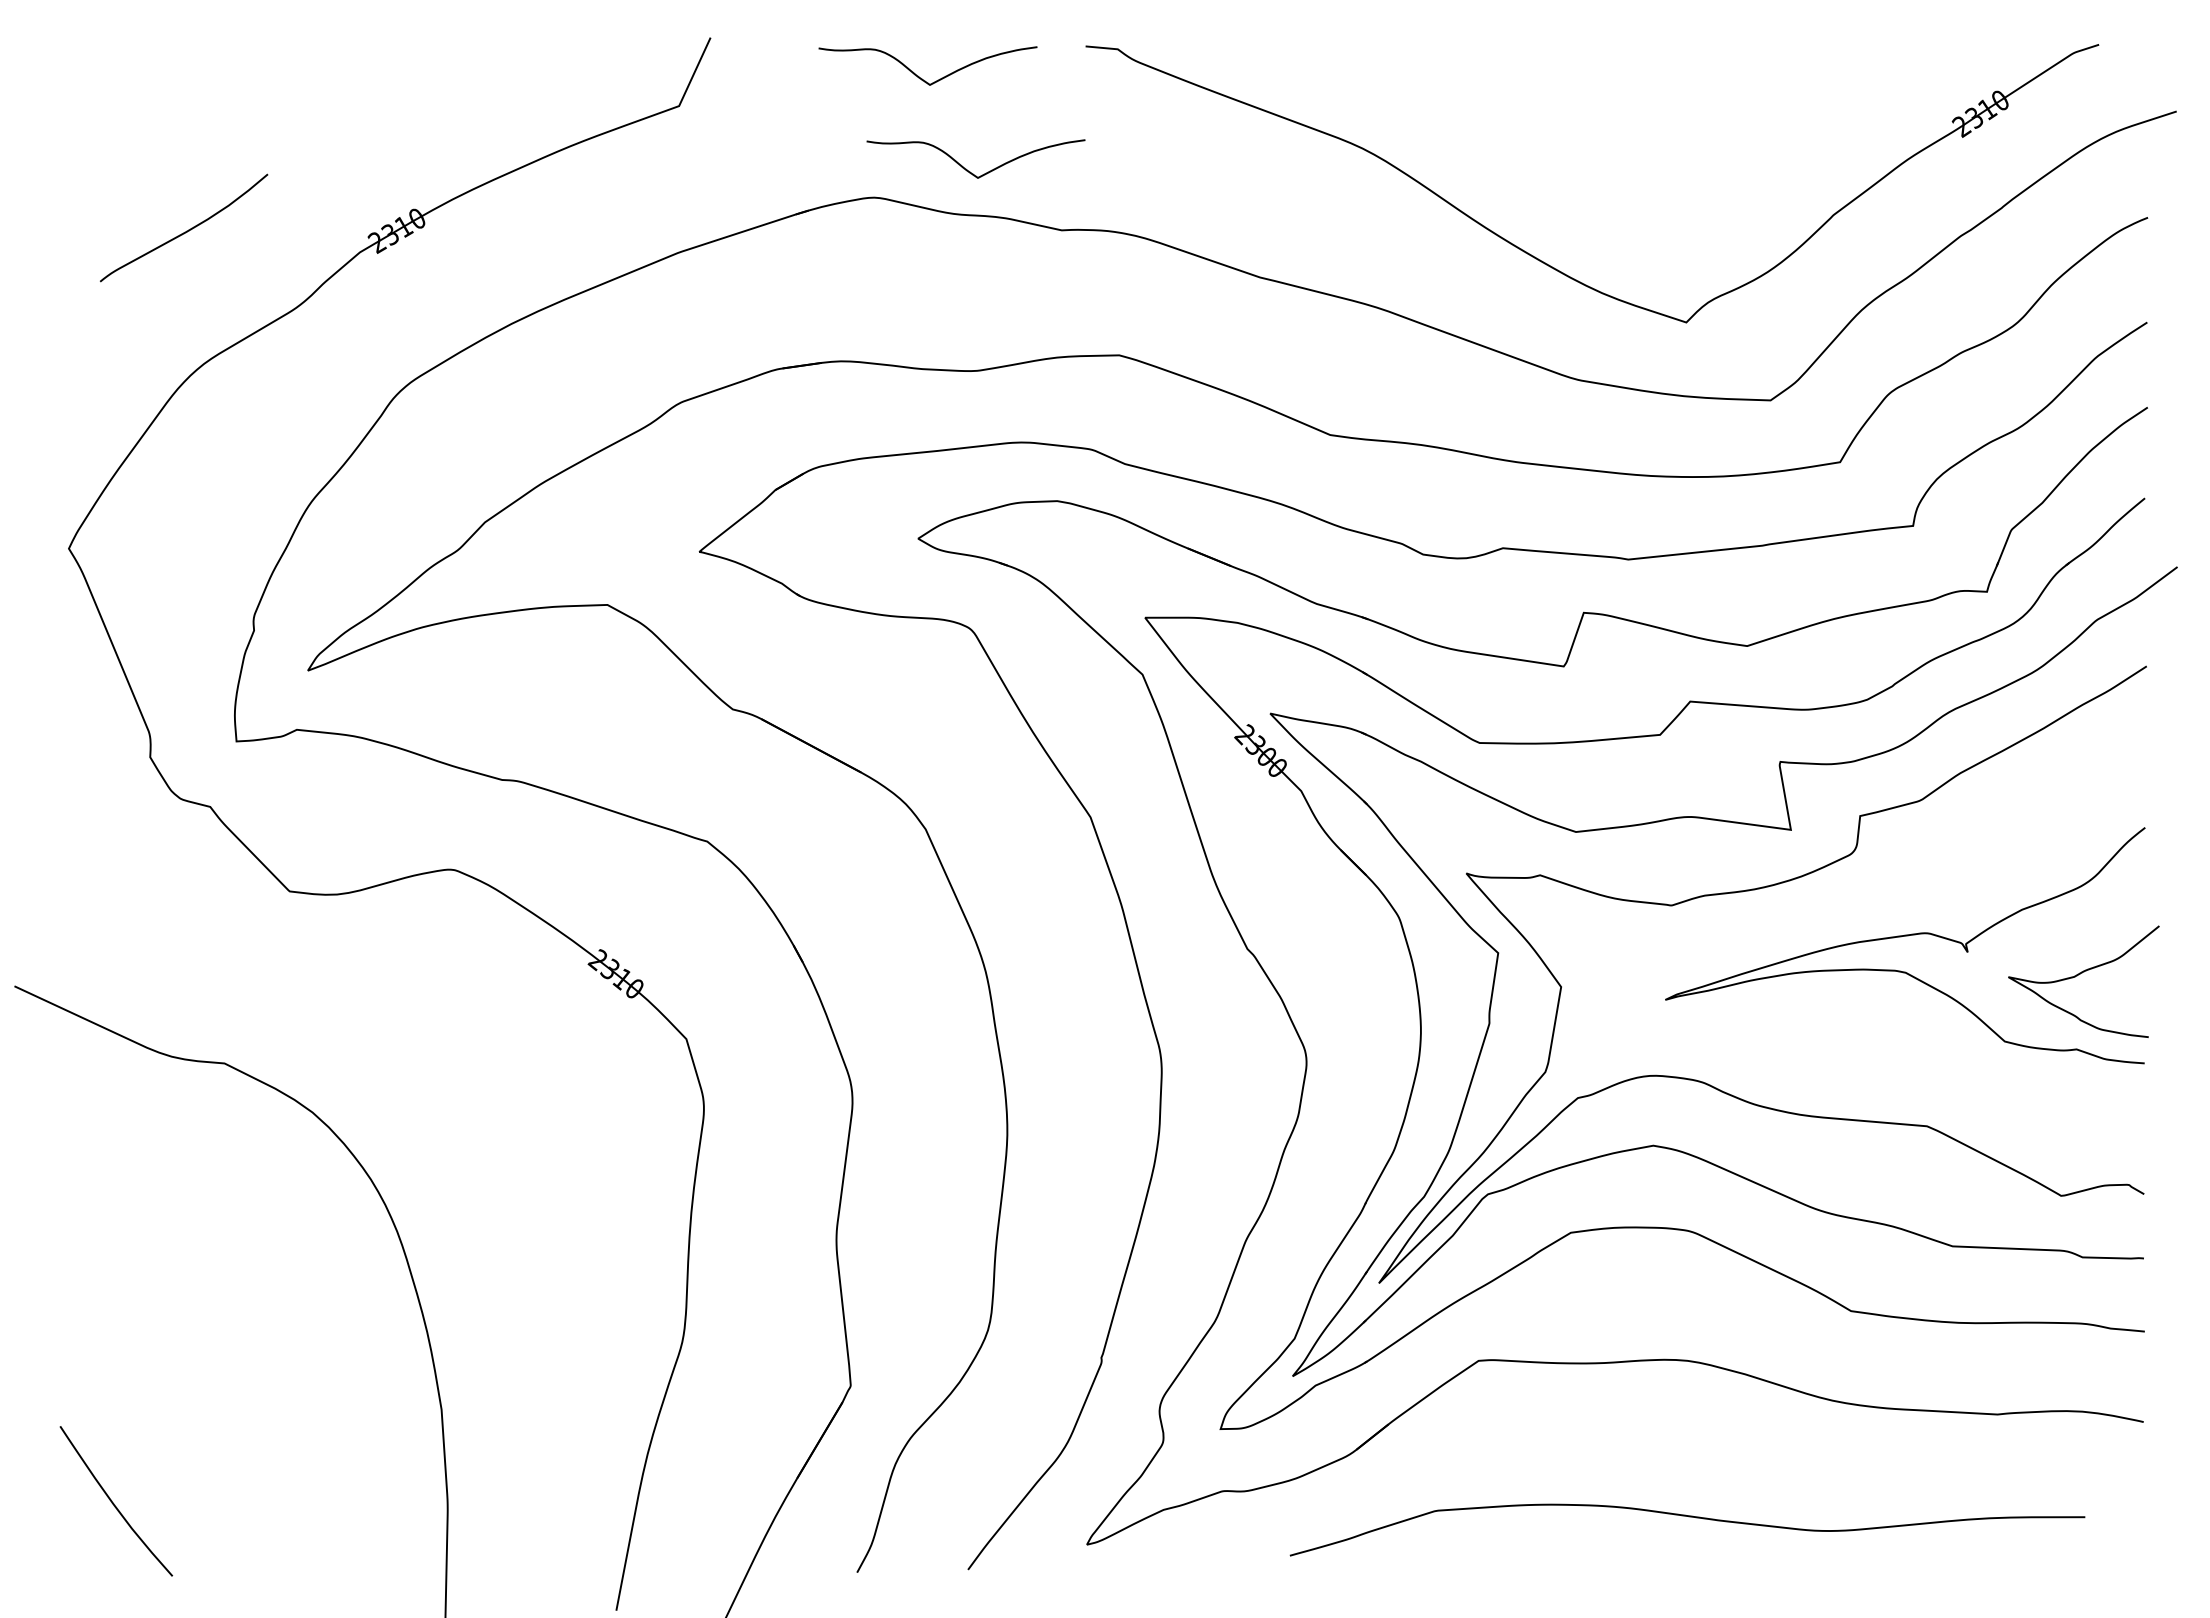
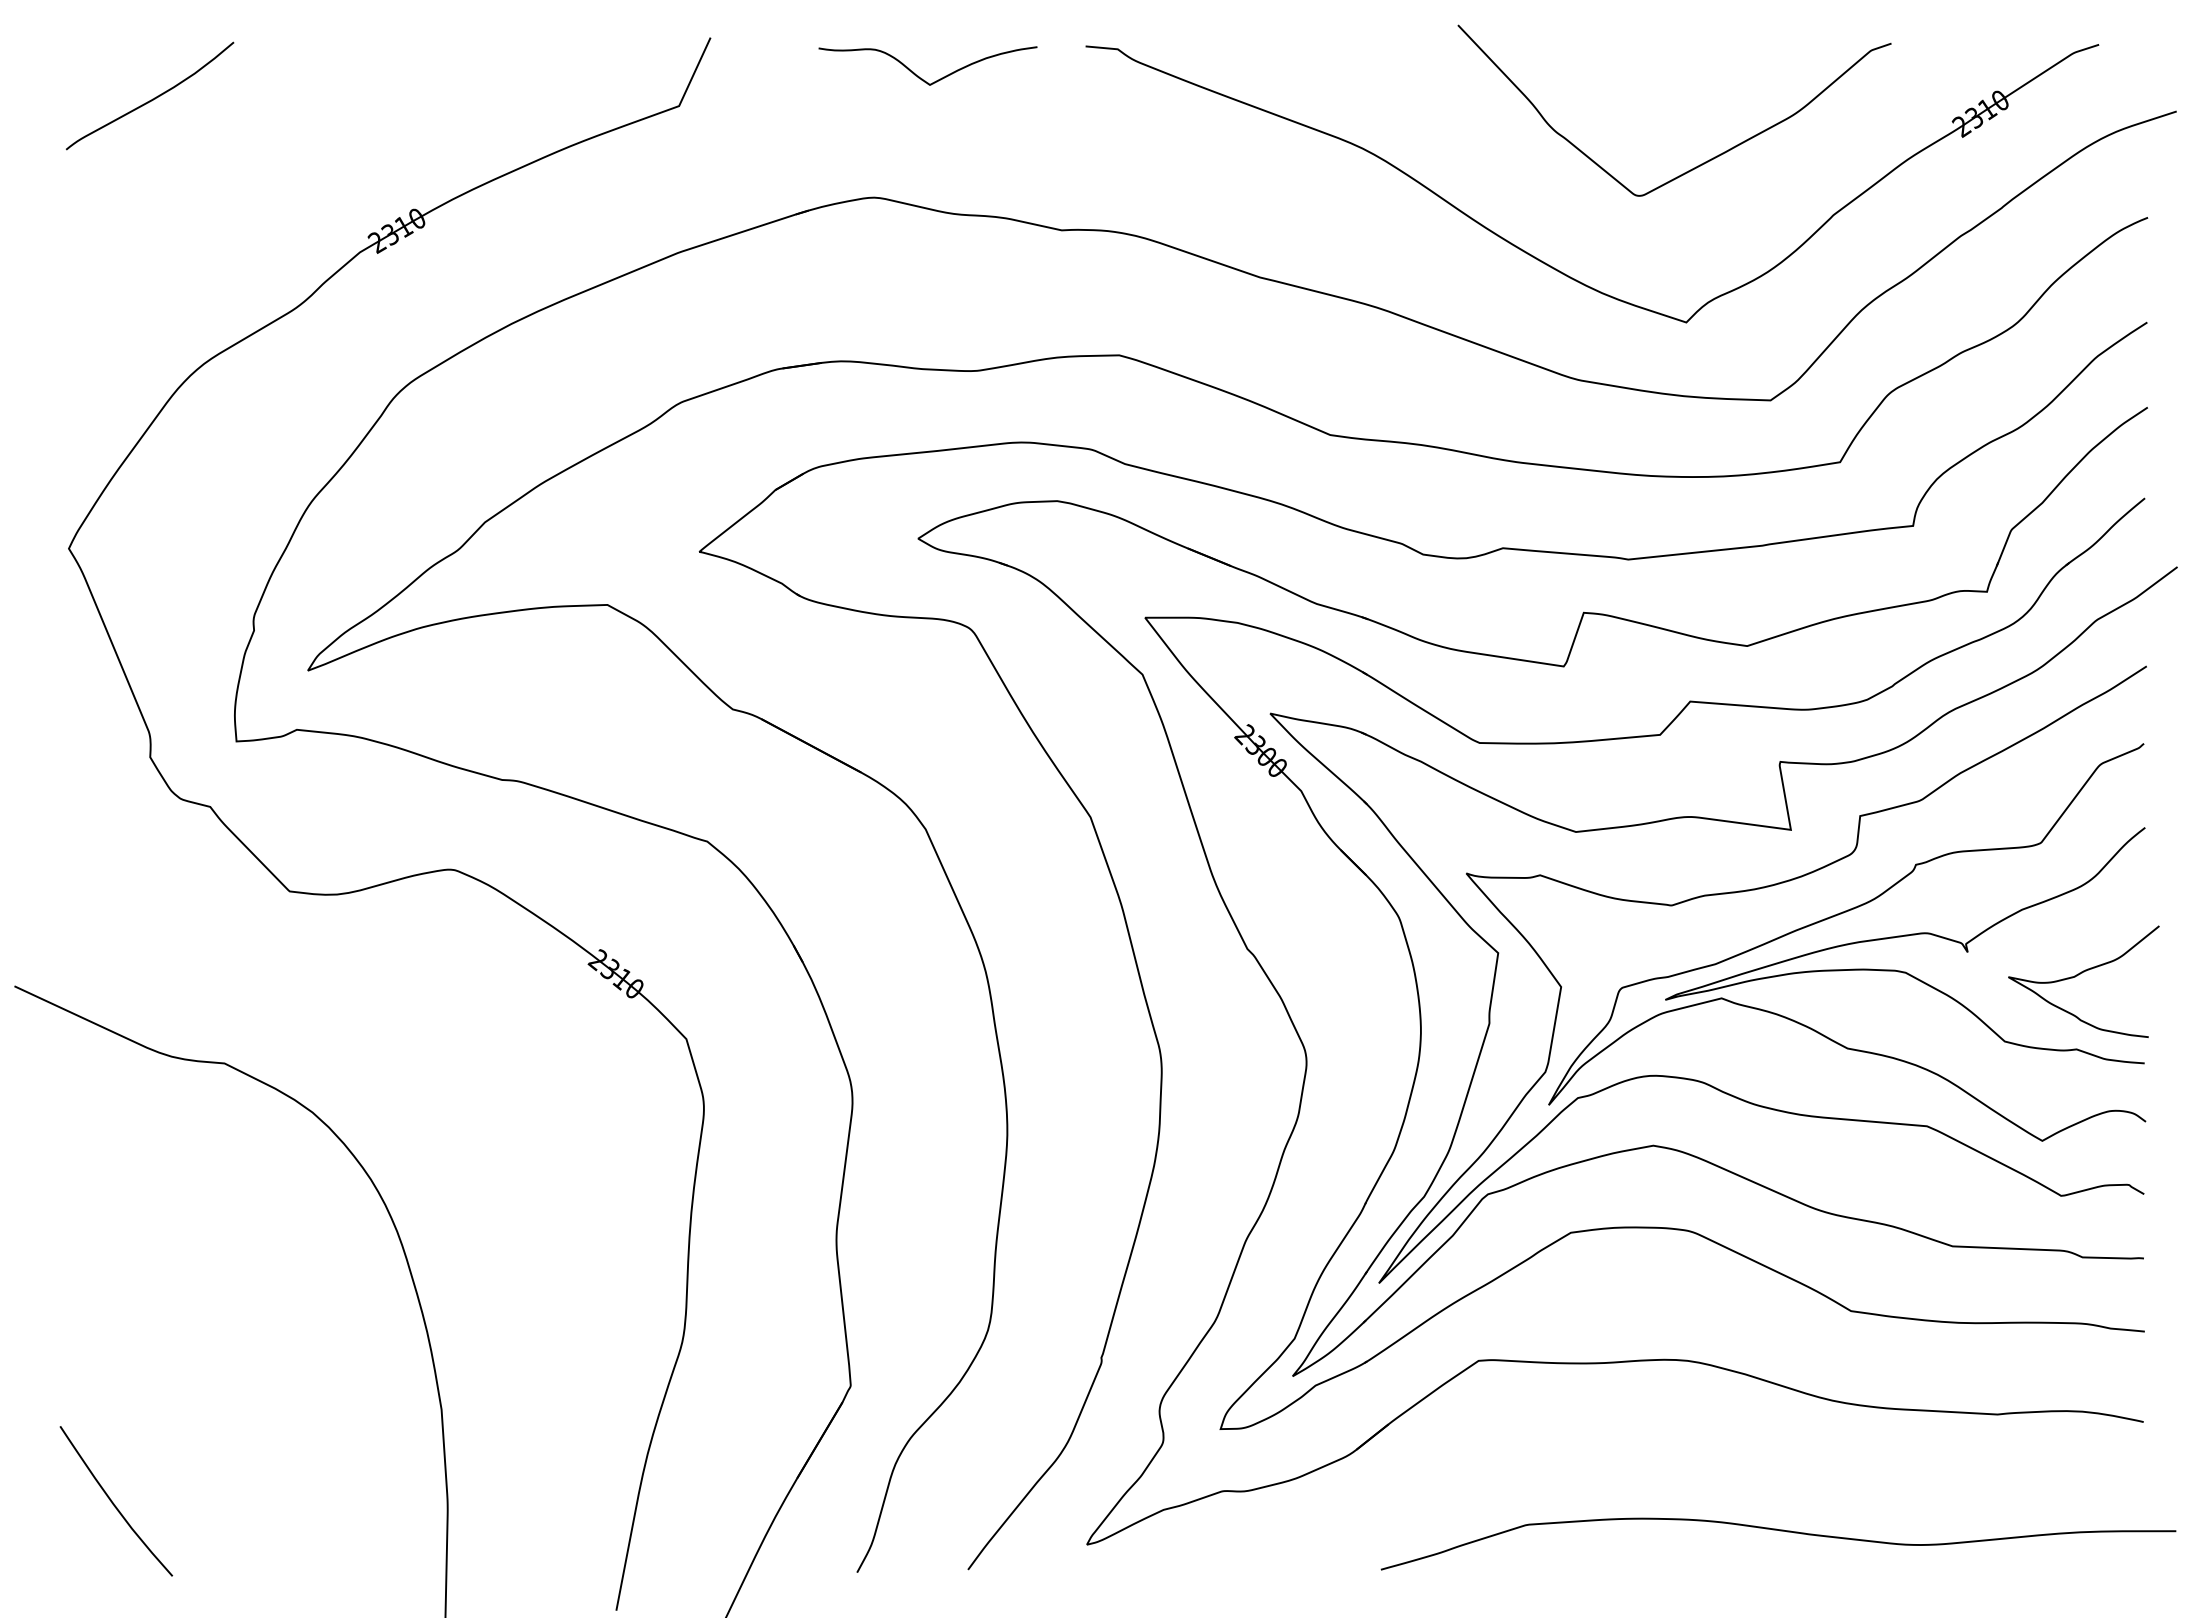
curve at (1701, 163): none -> present
curve at (966, 168): present -> none
curve at (186, 230) position: (186, 230) -> (152, 98)
curve at (1838, 915): none -> present
curve at (1688, 1517) position: (1688, 1517) -> (1779, 1531)
